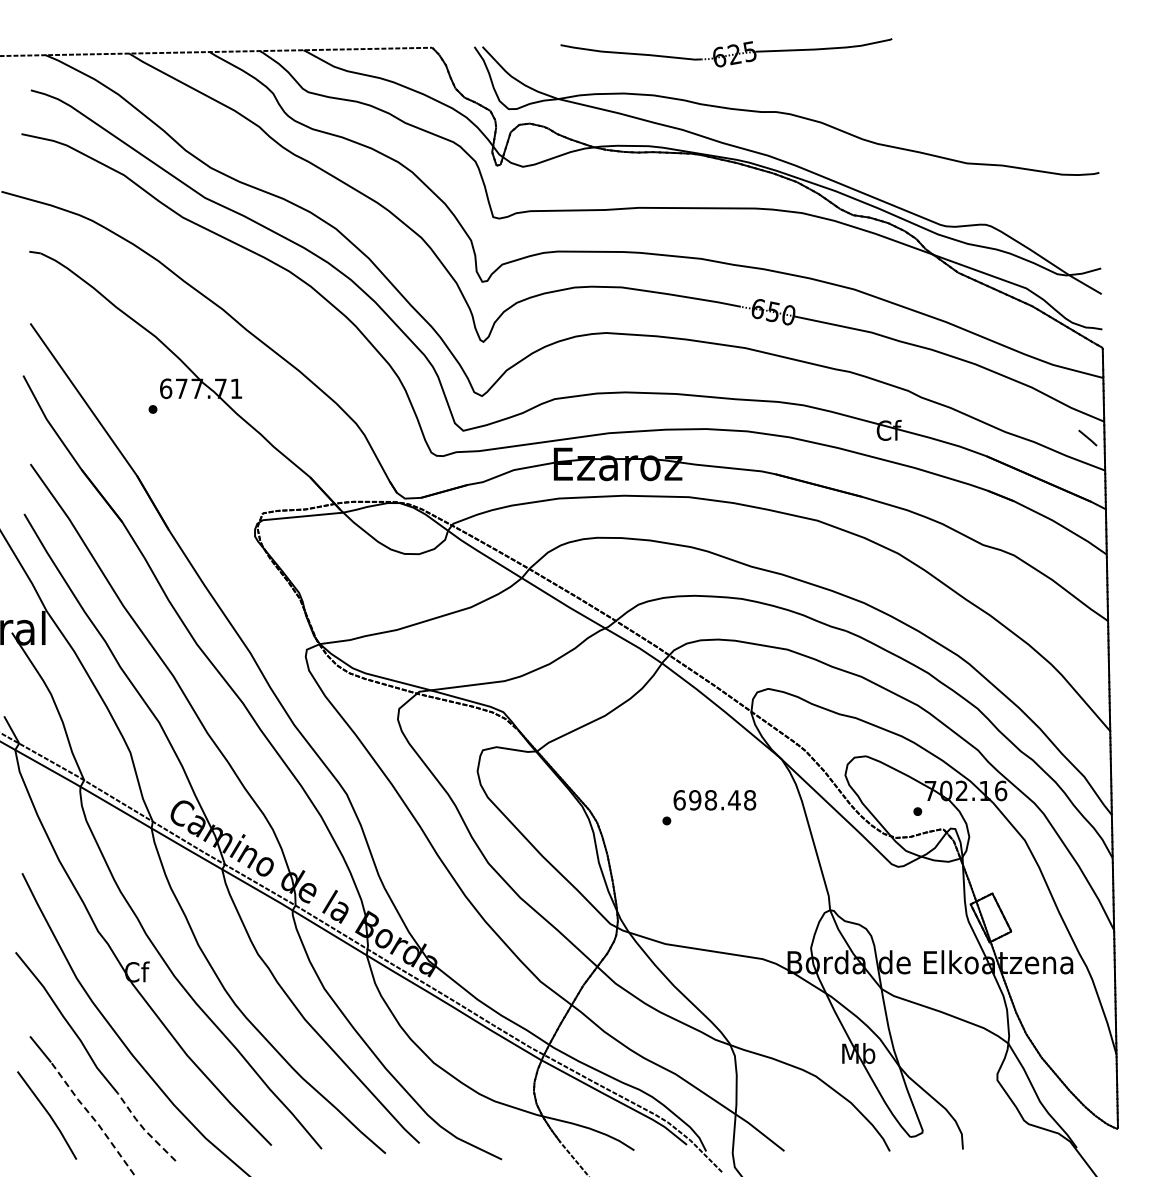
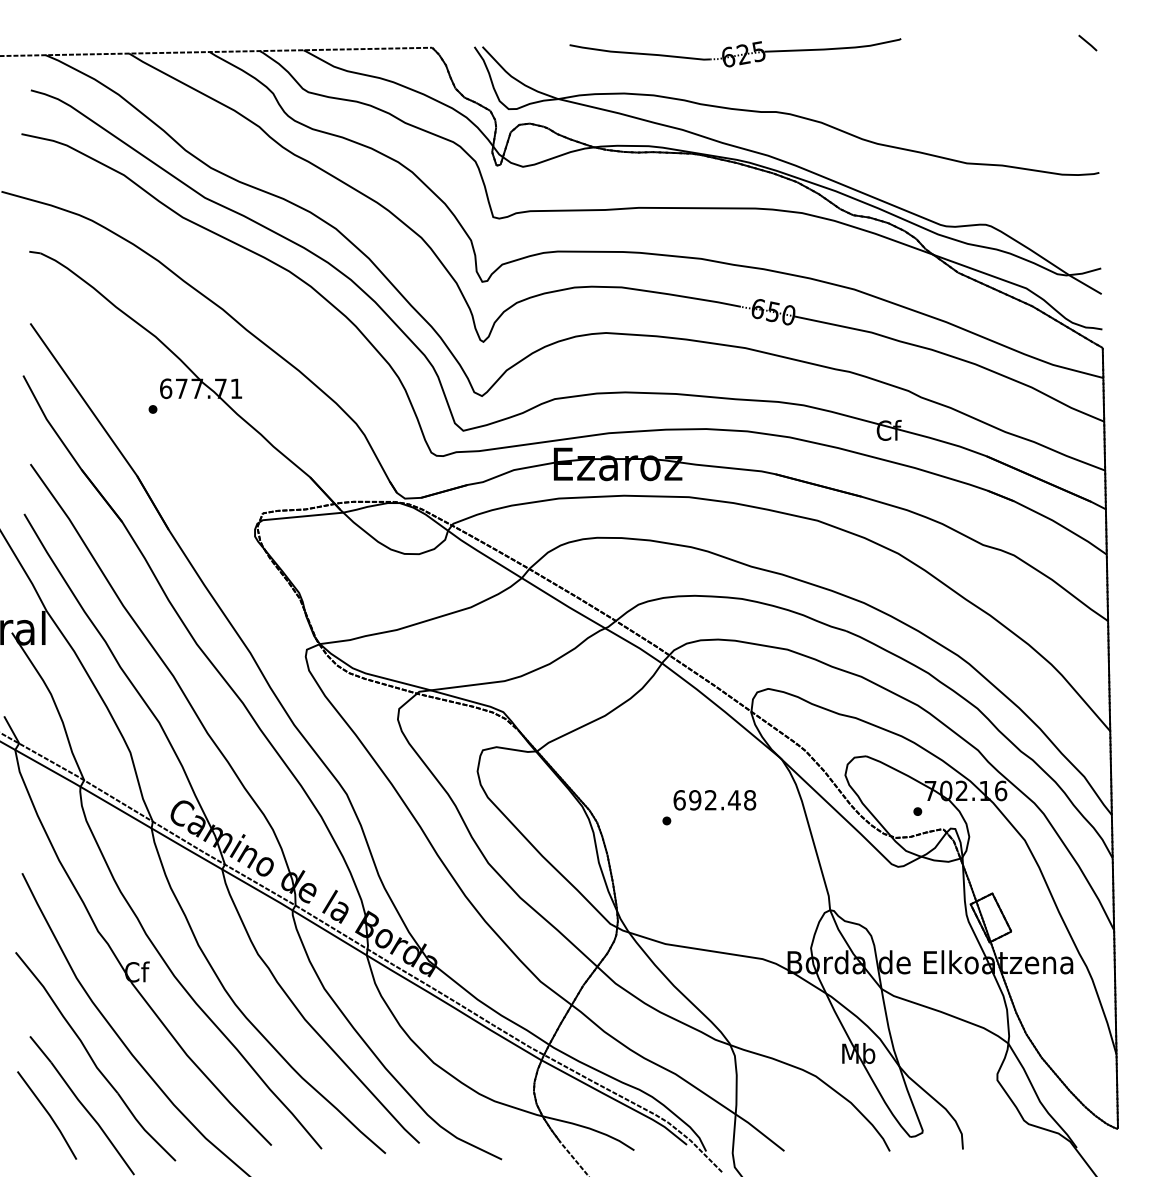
part at (726, 52) position: (726, 52) -> (735, 52)
line at (1087, 437) position: (1087, 437) -> (1087, 42)
text at (710, 800): 698.48 -> 692.48
line at (92, 1117): dashed -> solid
line at (143, 1128): dashed -> solid
